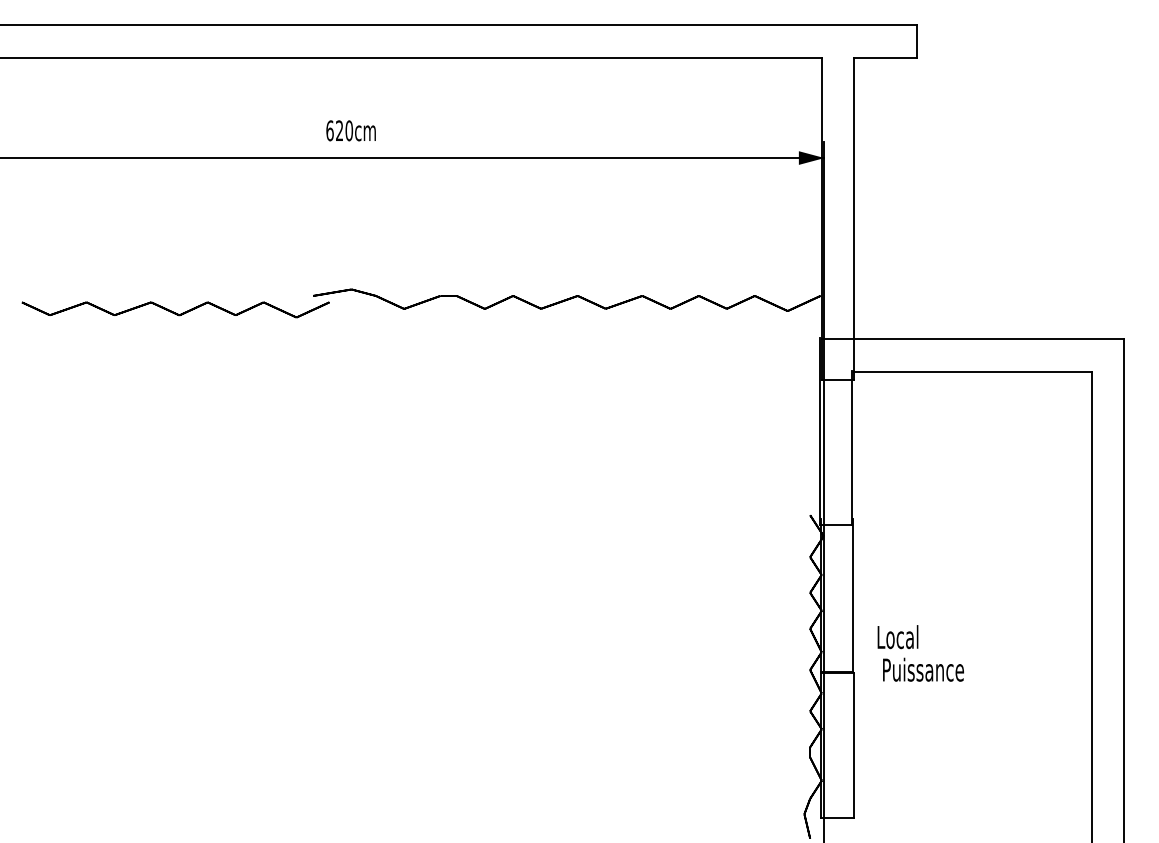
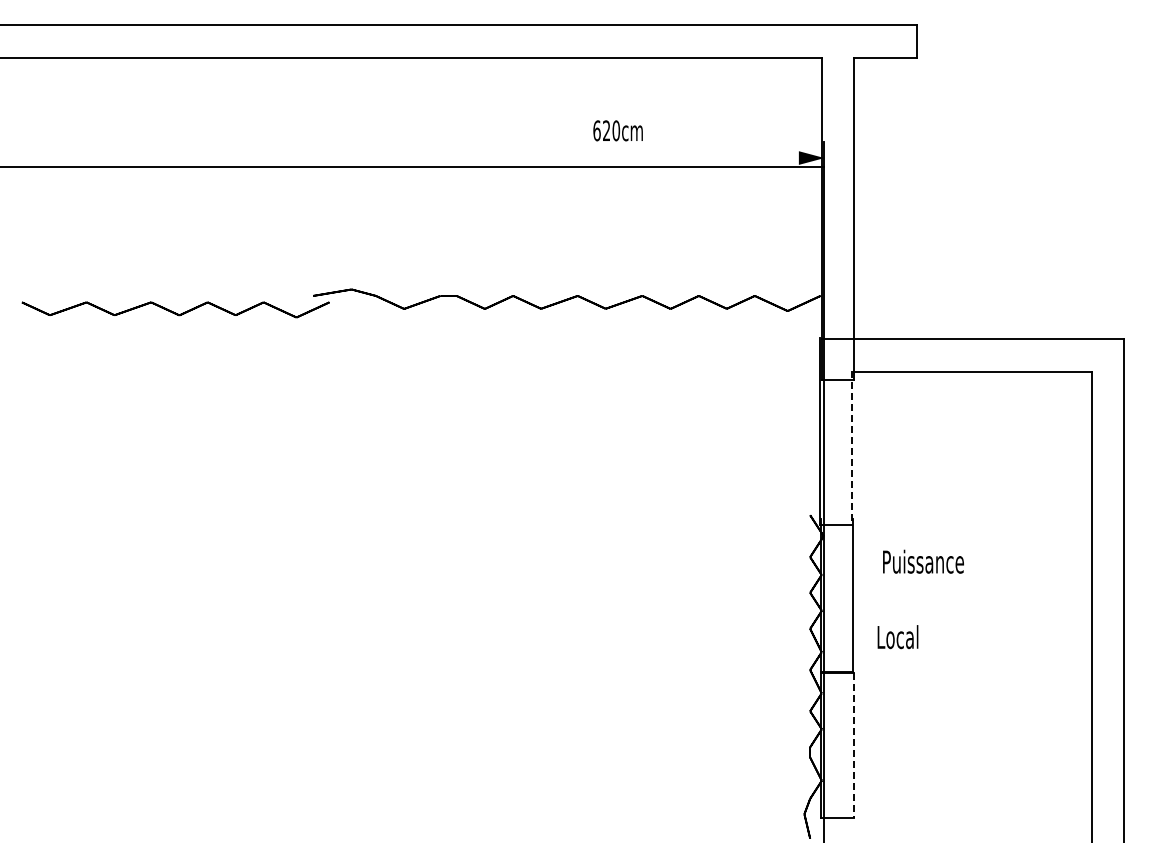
text at (350, 130) position: (350, 130) -> (617, 130)
line at (413, 158) position: (413, 158) -> (413, 167)
line at (852, 448): solid -> dashed
text at (923, 669) position: (923, 669) -> (923, 561)
line at (853, 745): solid -> dashed
